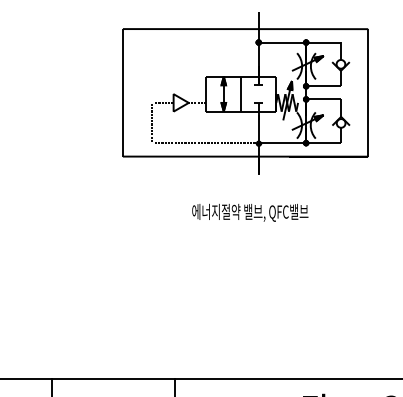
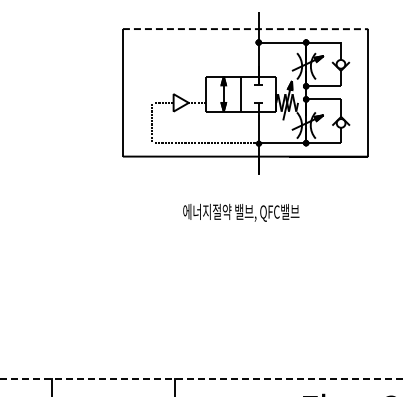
line at (245, 29): solid -> dashed
text at (250, 212) position: (250, 212) -> (241, 212)
line at (201, 379): solid -> dashed
